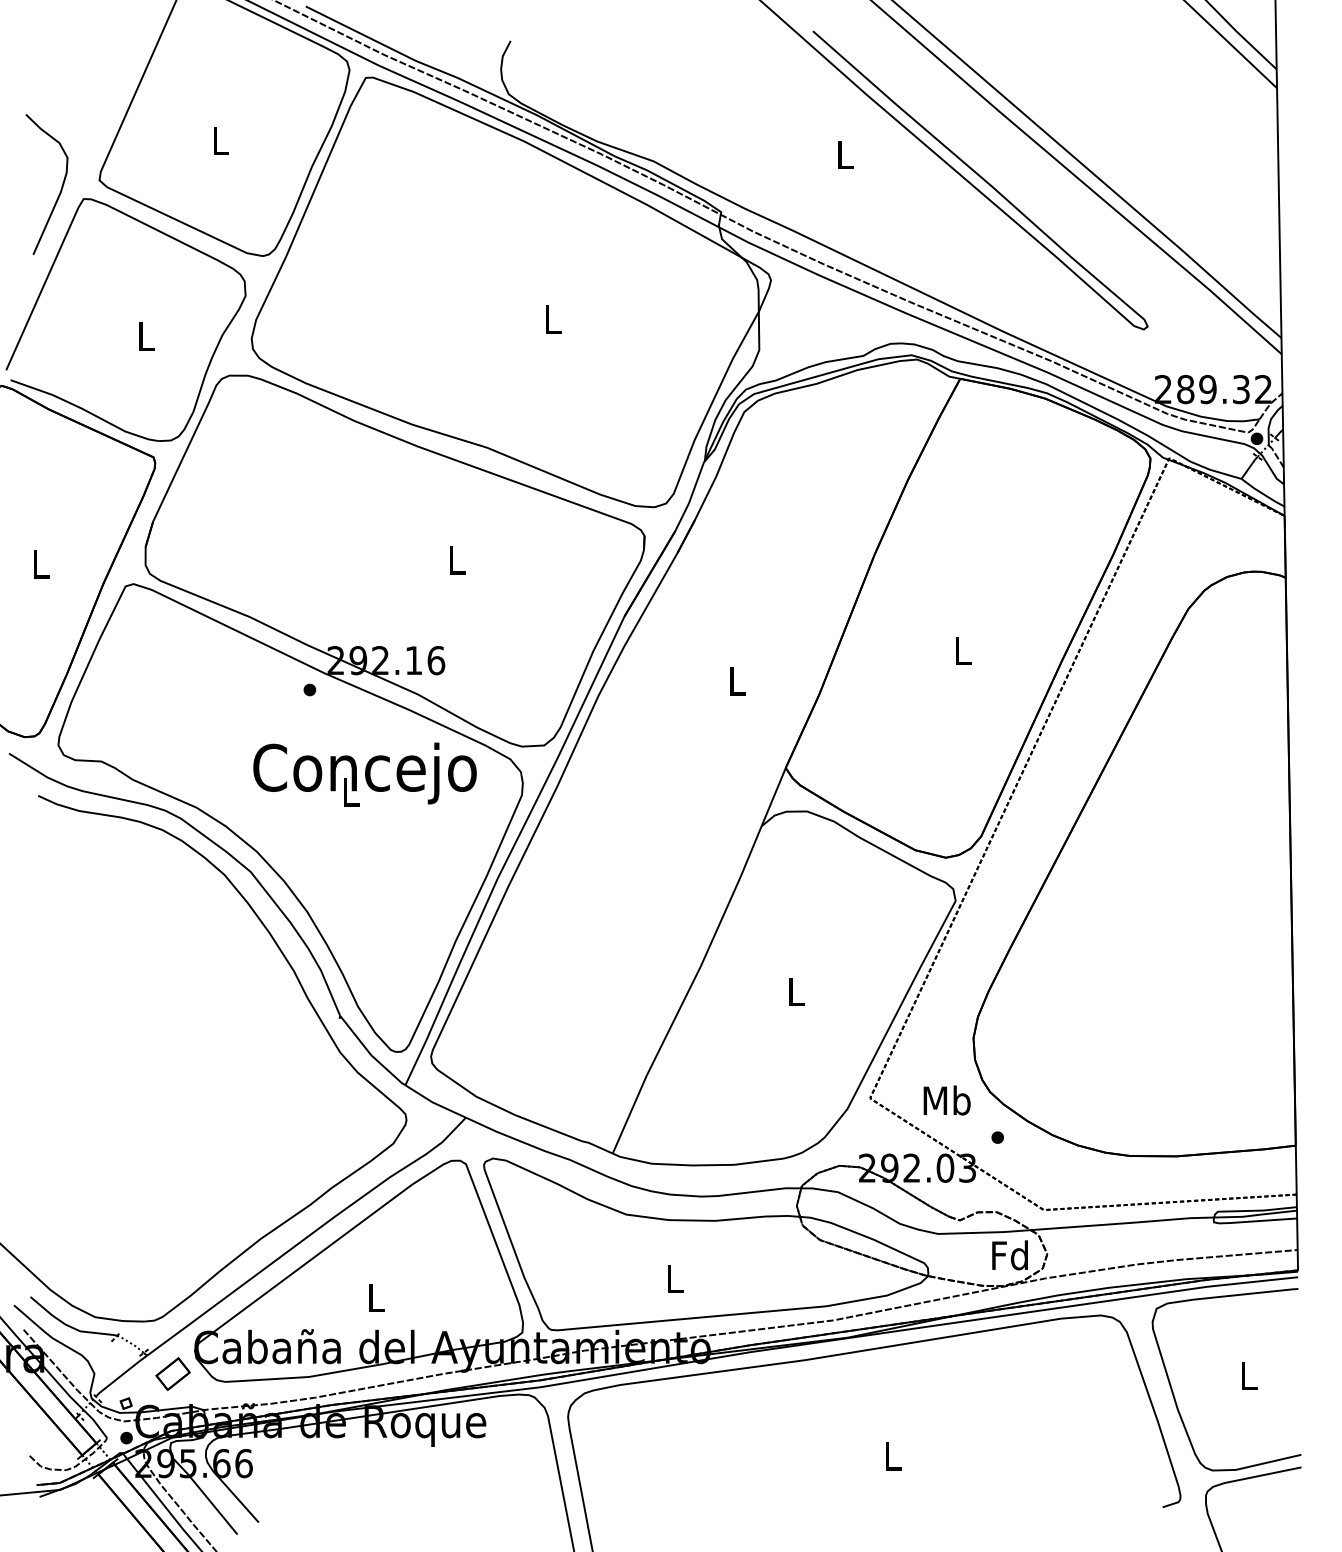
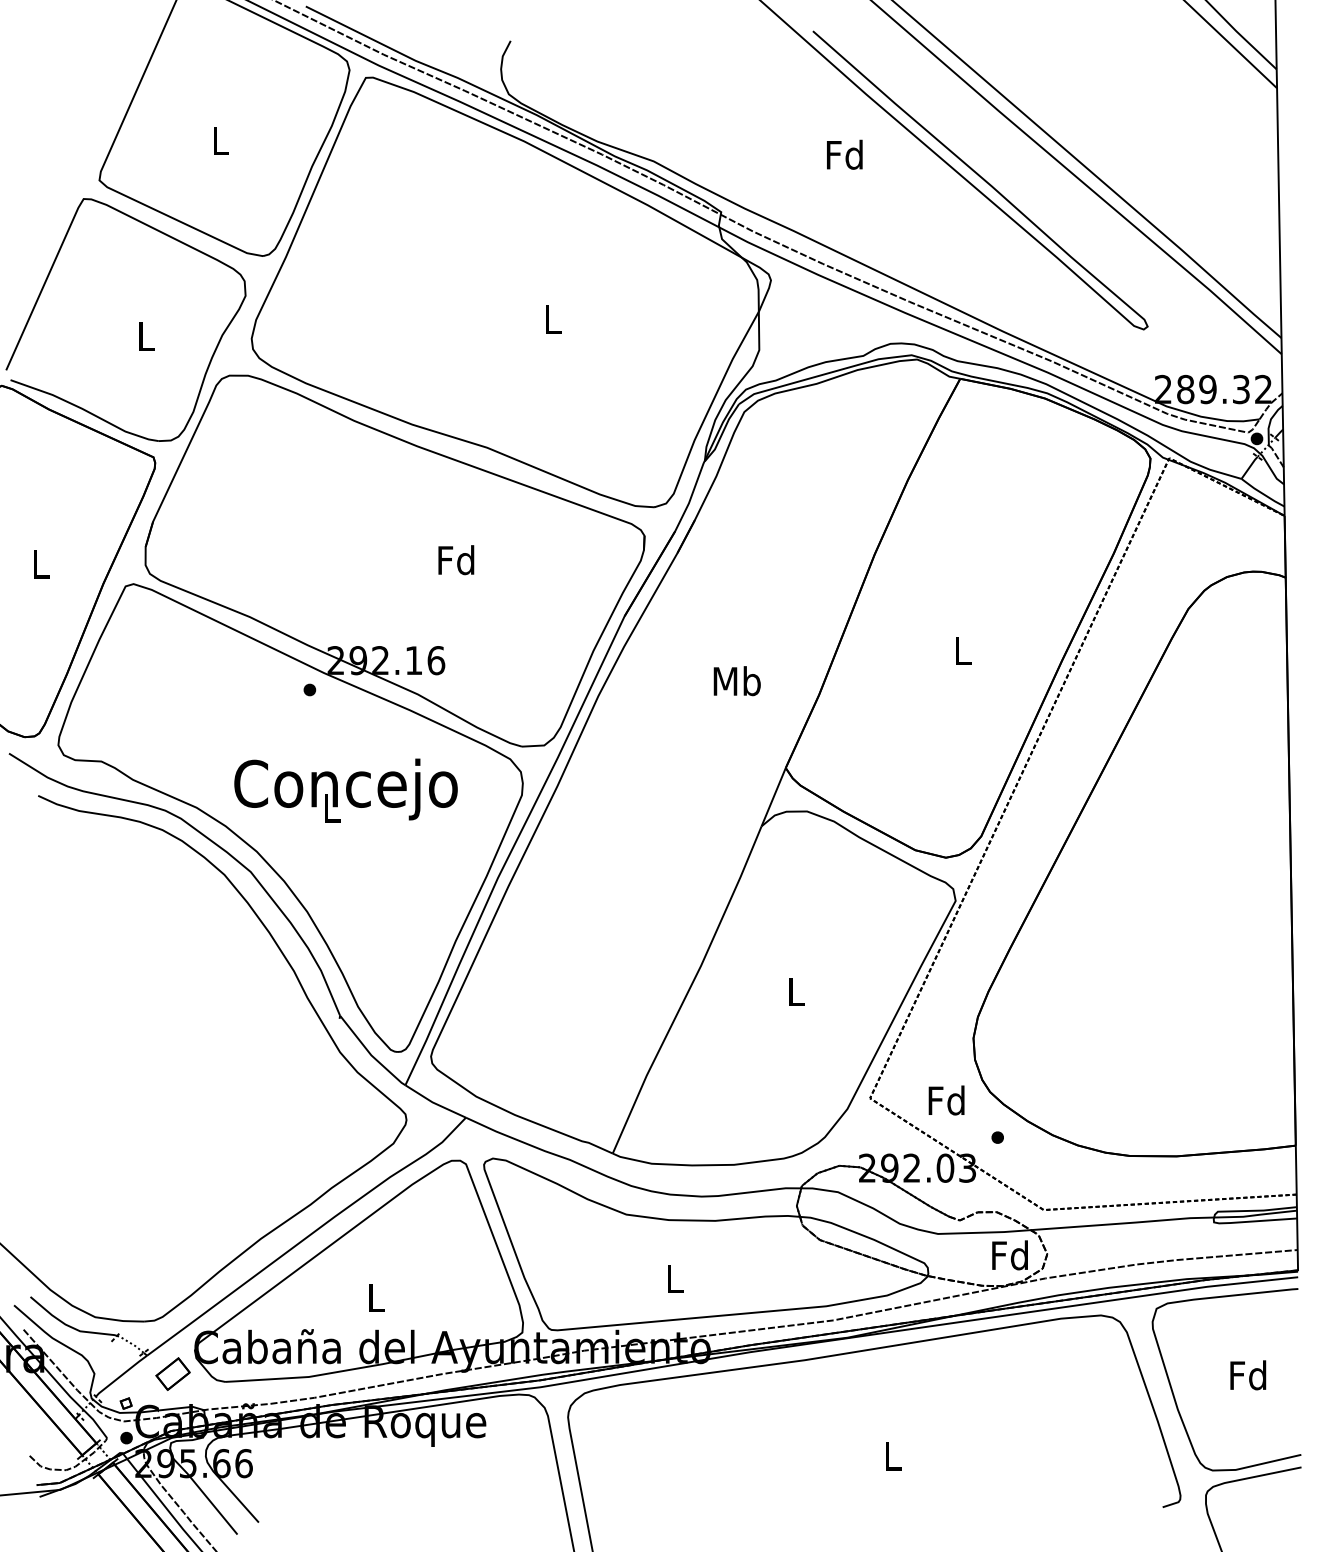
text at (844, 154): L -> Fd
curve at (60, 189): present -> none
text at (456, 560): L -> Fd
text at (736, 681): L -> Mb
text at (364, 774) position: (364, 774) -> (345, 790)
text at (946, 1100): Mb -> Fd
text at (1248, 1375): L -> Fd
